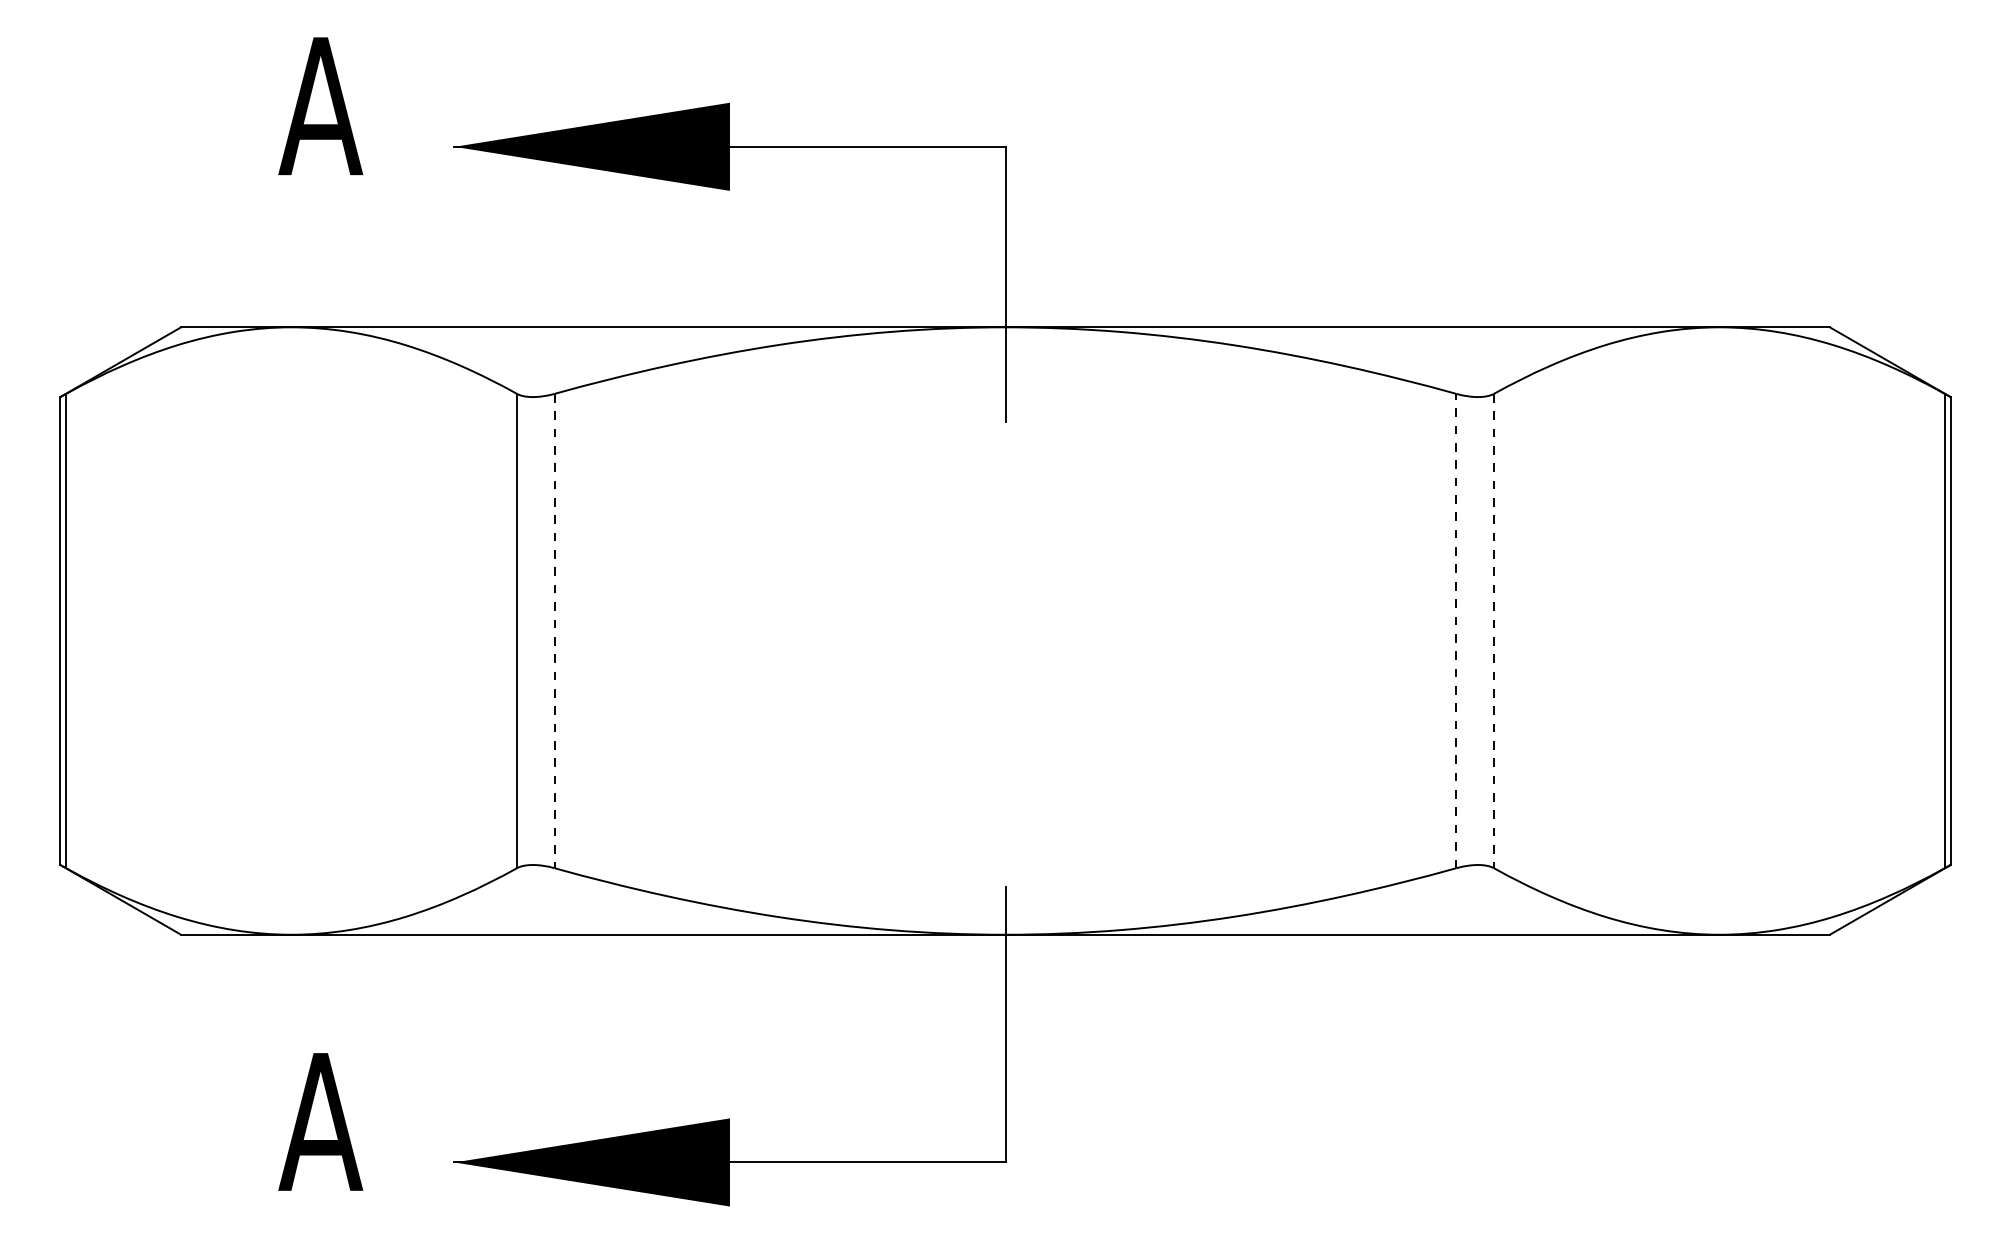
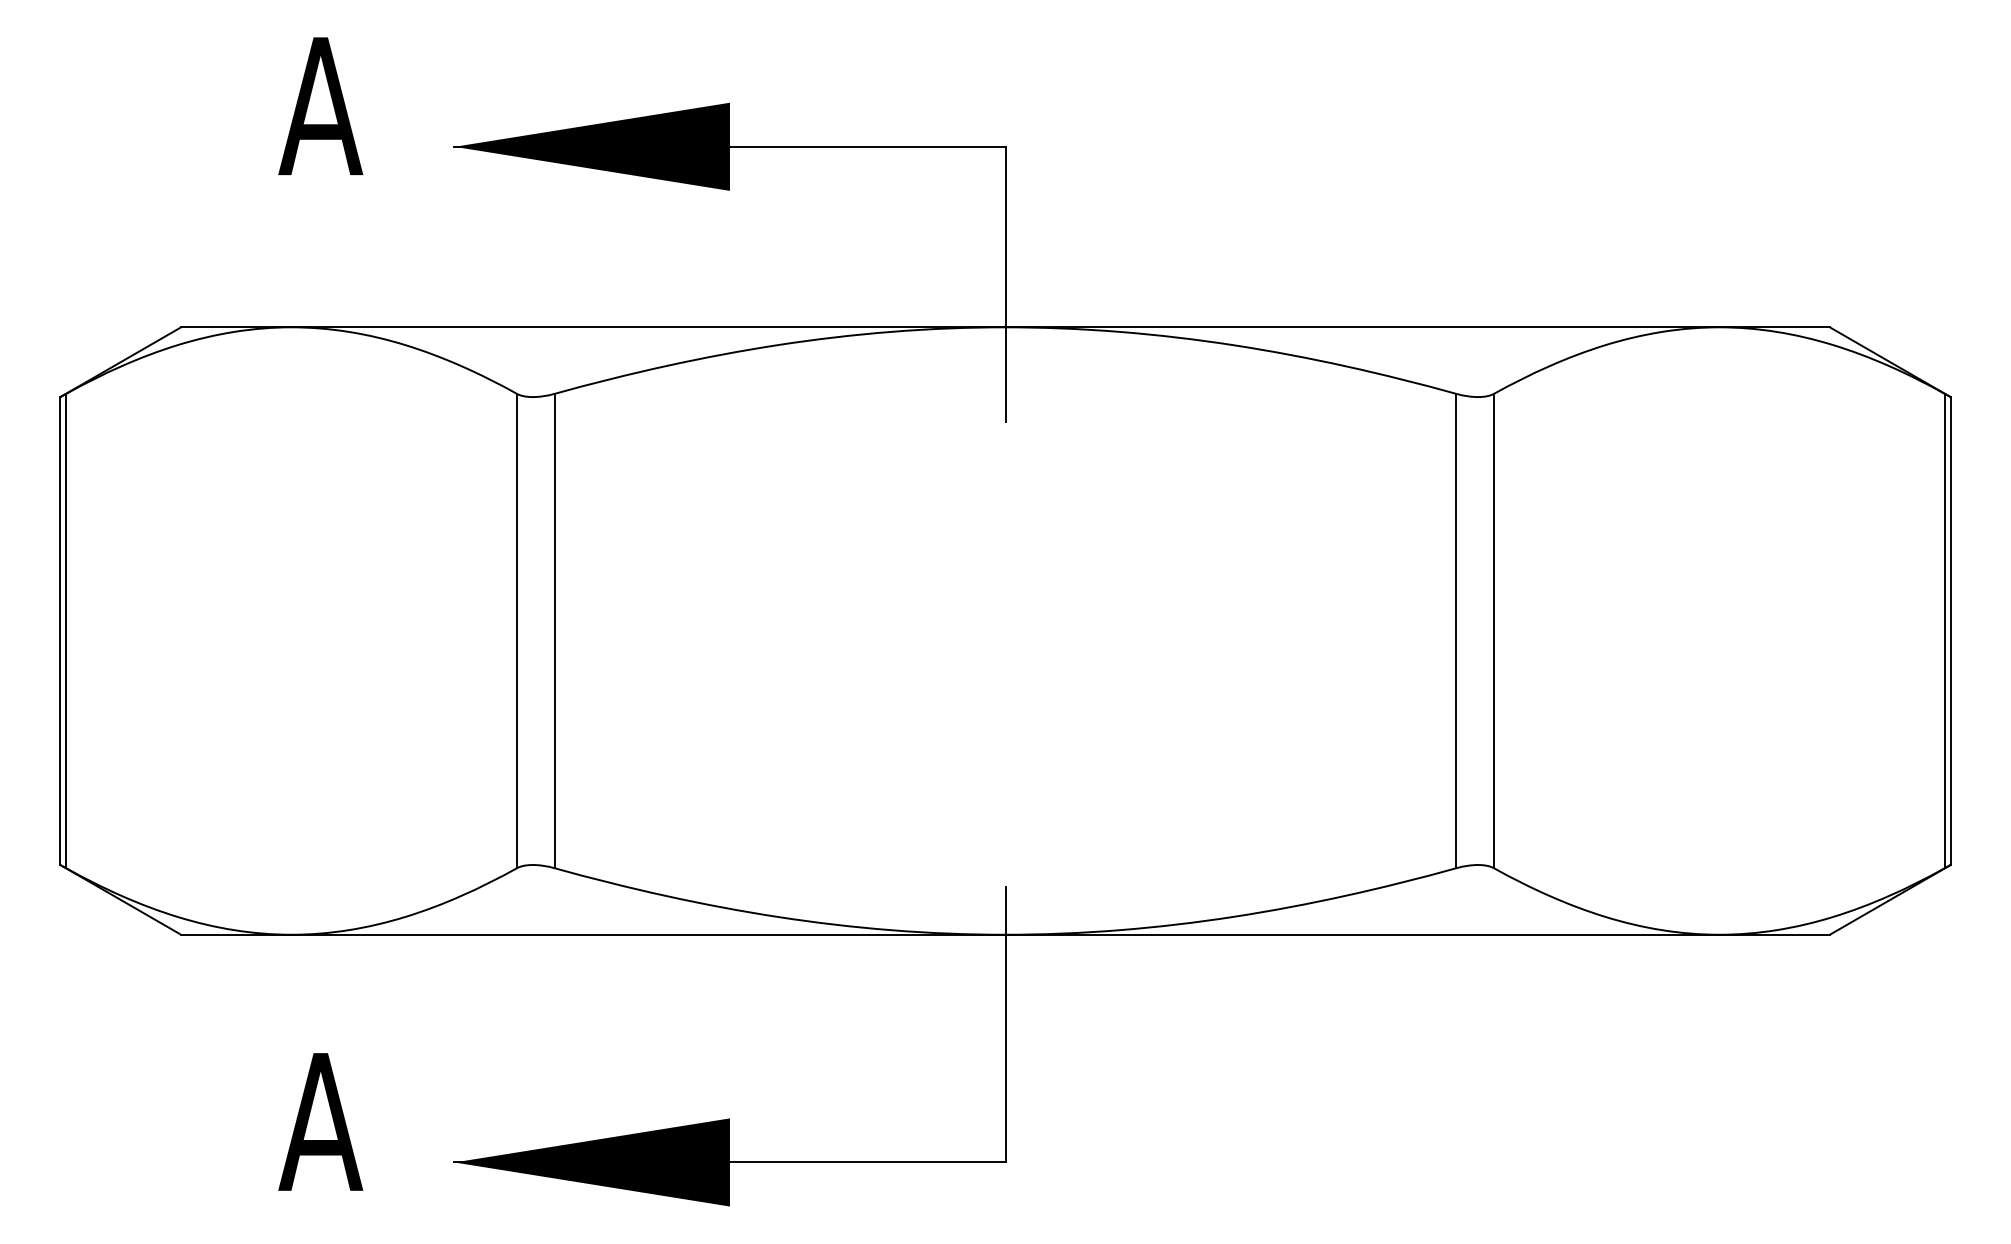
line at (1456, 630): dashed -> solid
line at (554, 631): dashed -> solid
line at (1493, 631): dashed -> solid
